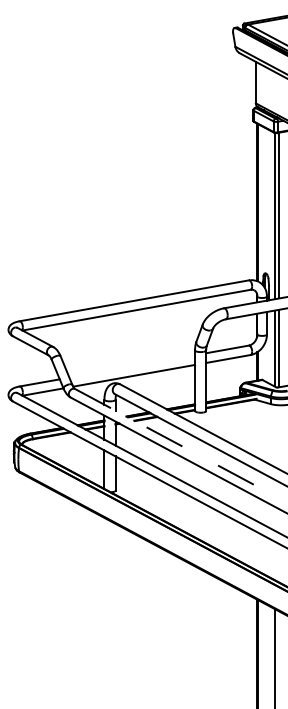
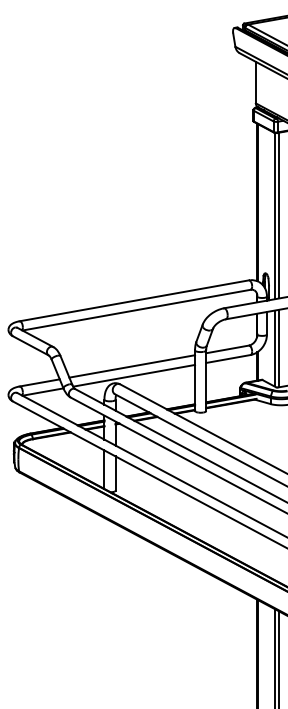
line at (132, 366): none -> present
line at (181, 446): dashed -> solid
line at (278, 658): none -> present
